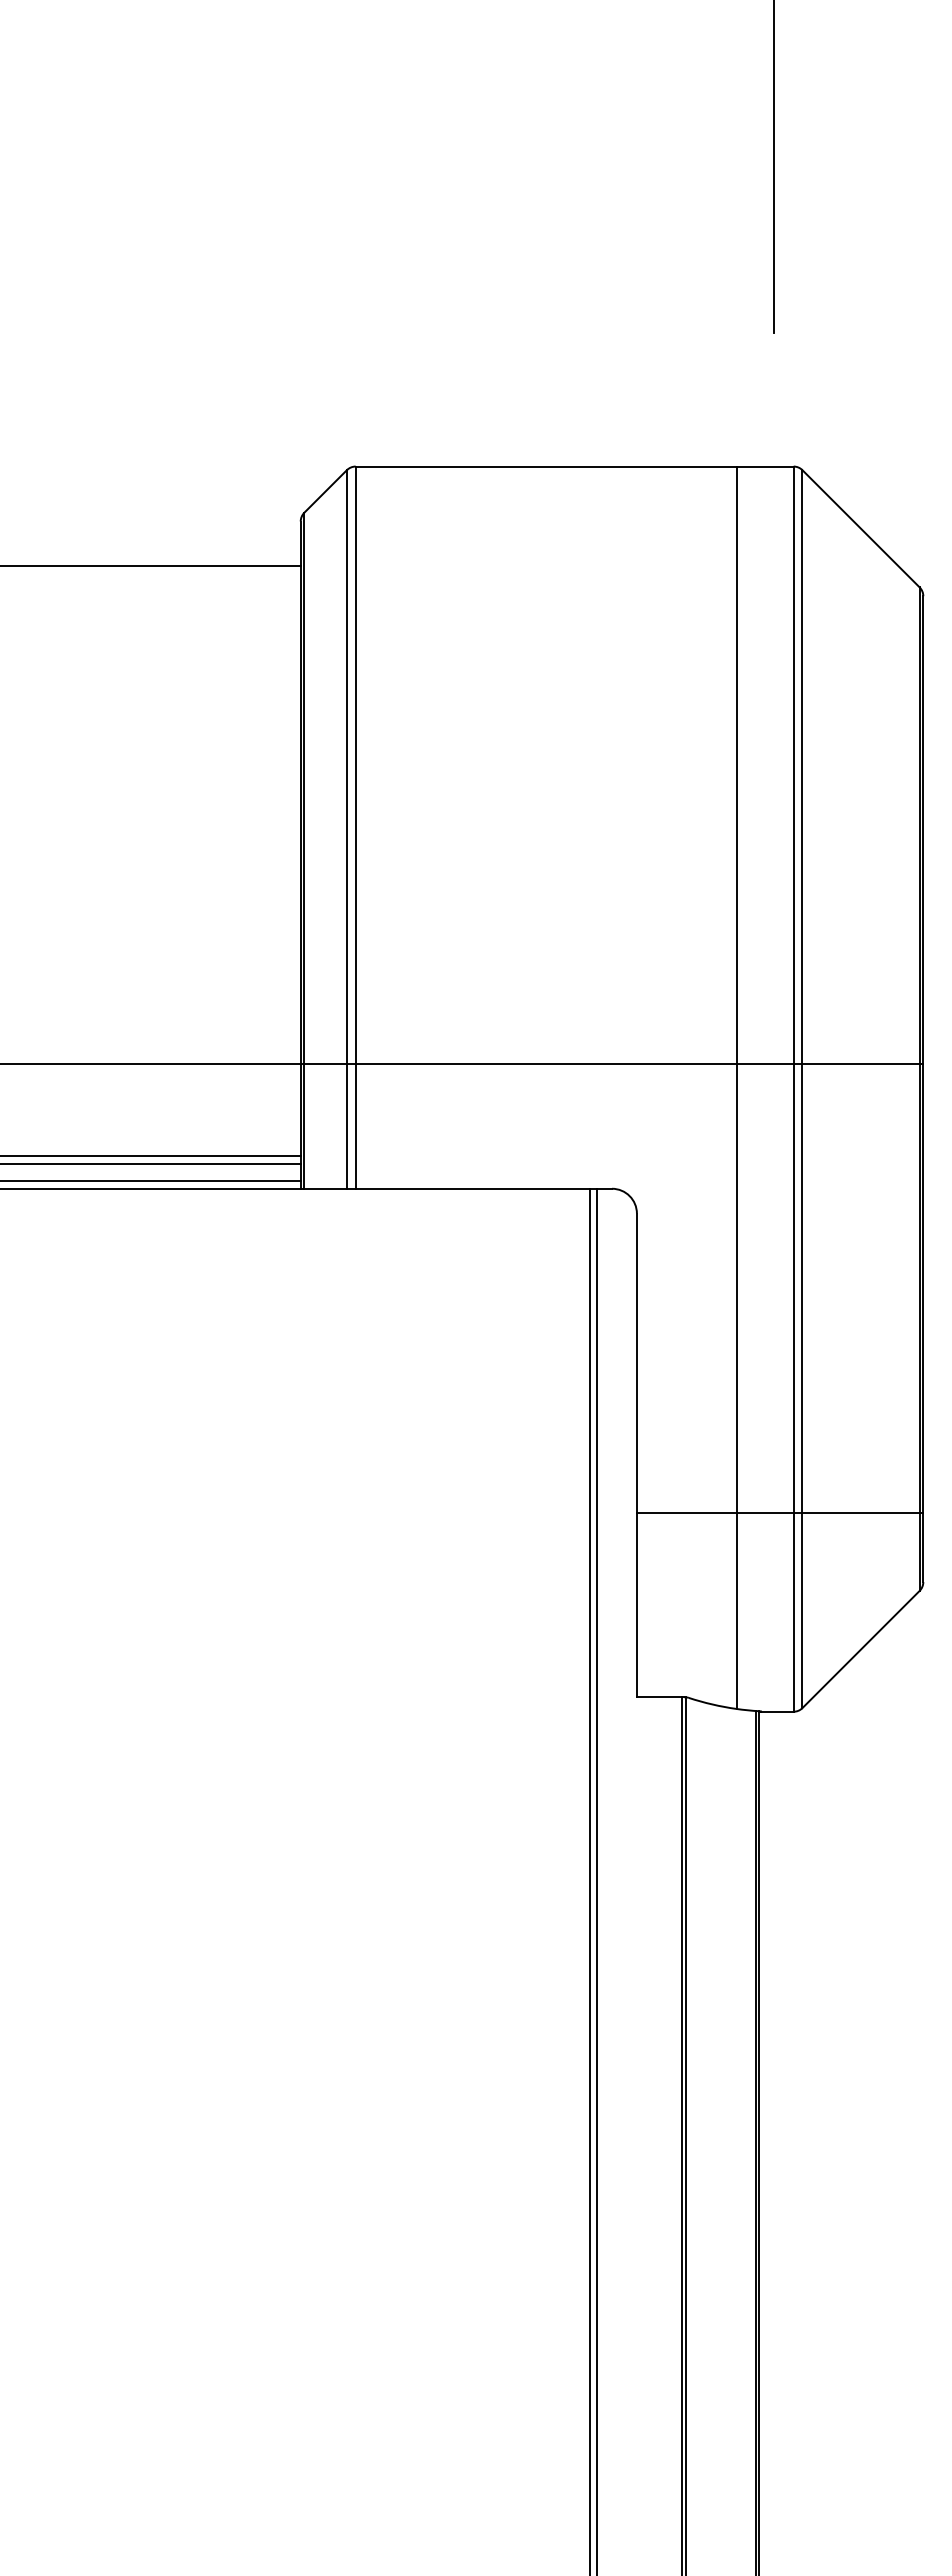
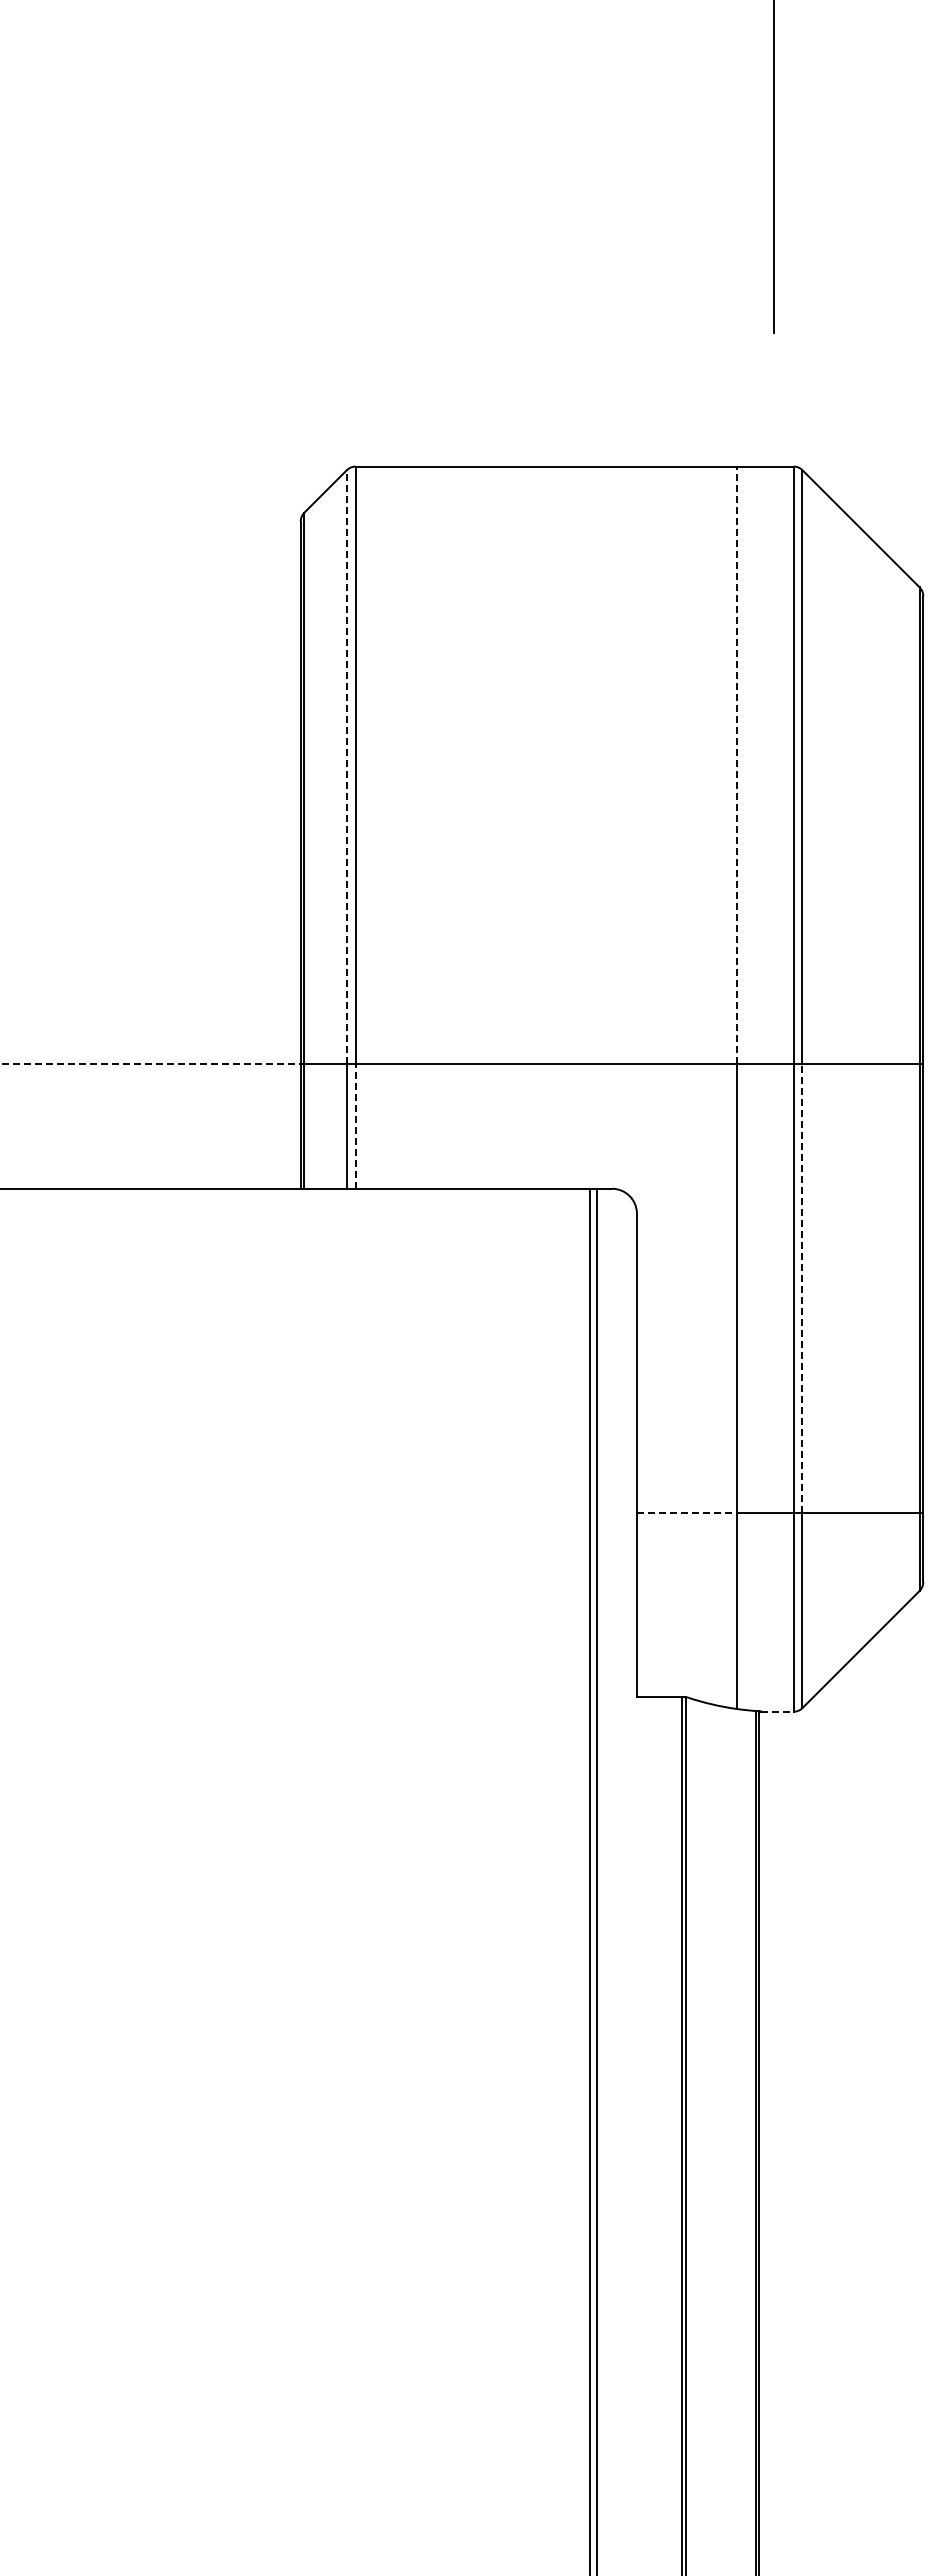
line at (151, 566): present -> none
line at (736, 765): solid -> dashed
line at (346, 766): solid -> dashed
line at (150, 1064): solid -> dashed
line at (355, 1126): solid -> dashed
line at (151, 1156): present -> none
line at (151, 1163): present -> none
line at (151, 1181): present -> none
line at (802, 1287): solid -> dashed
line at (686, 1512): solid -> dashed
line at (778, 1711): solid -> dashed
